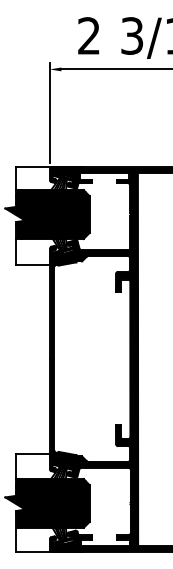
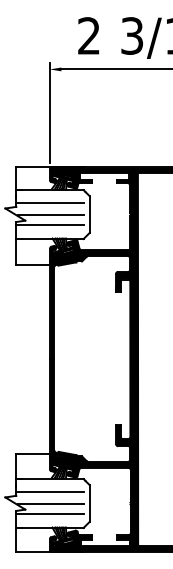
fill at (47, 214): present -> none
fill at (47, 503): present -> none
